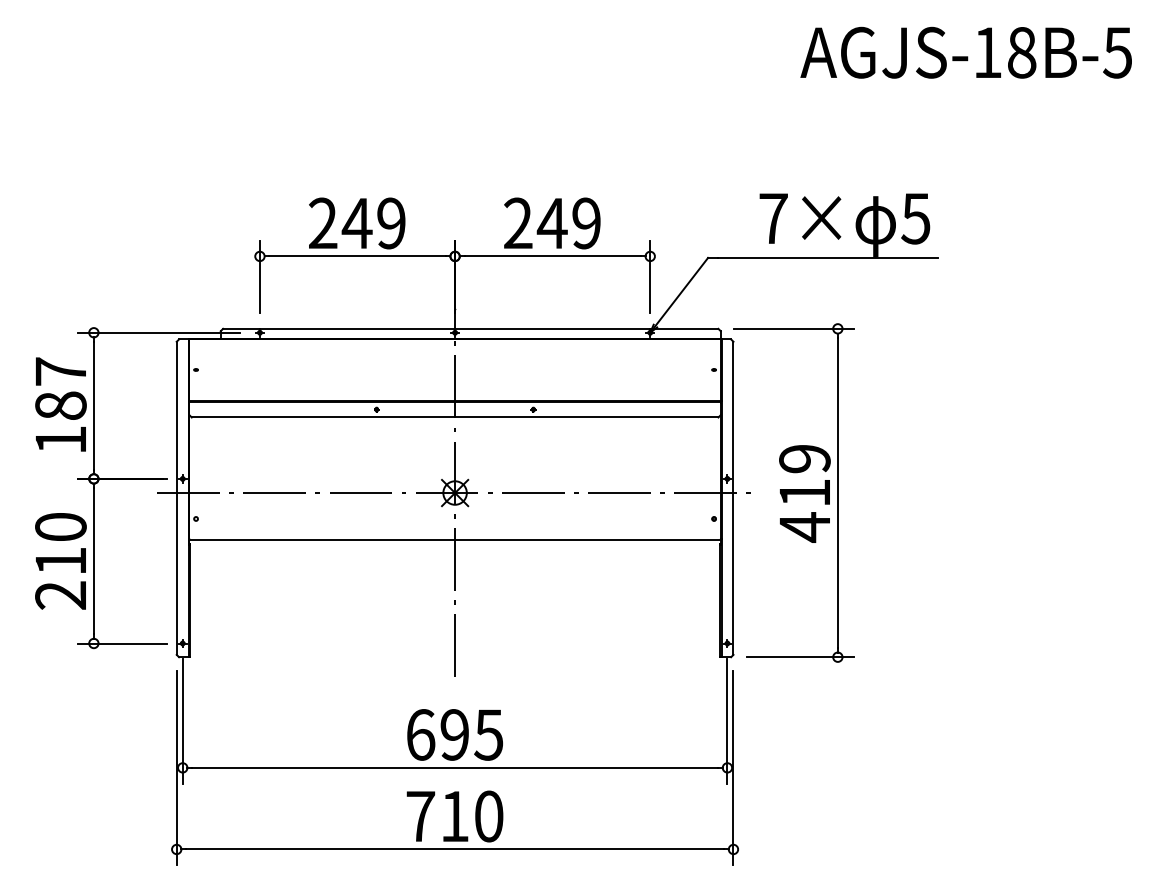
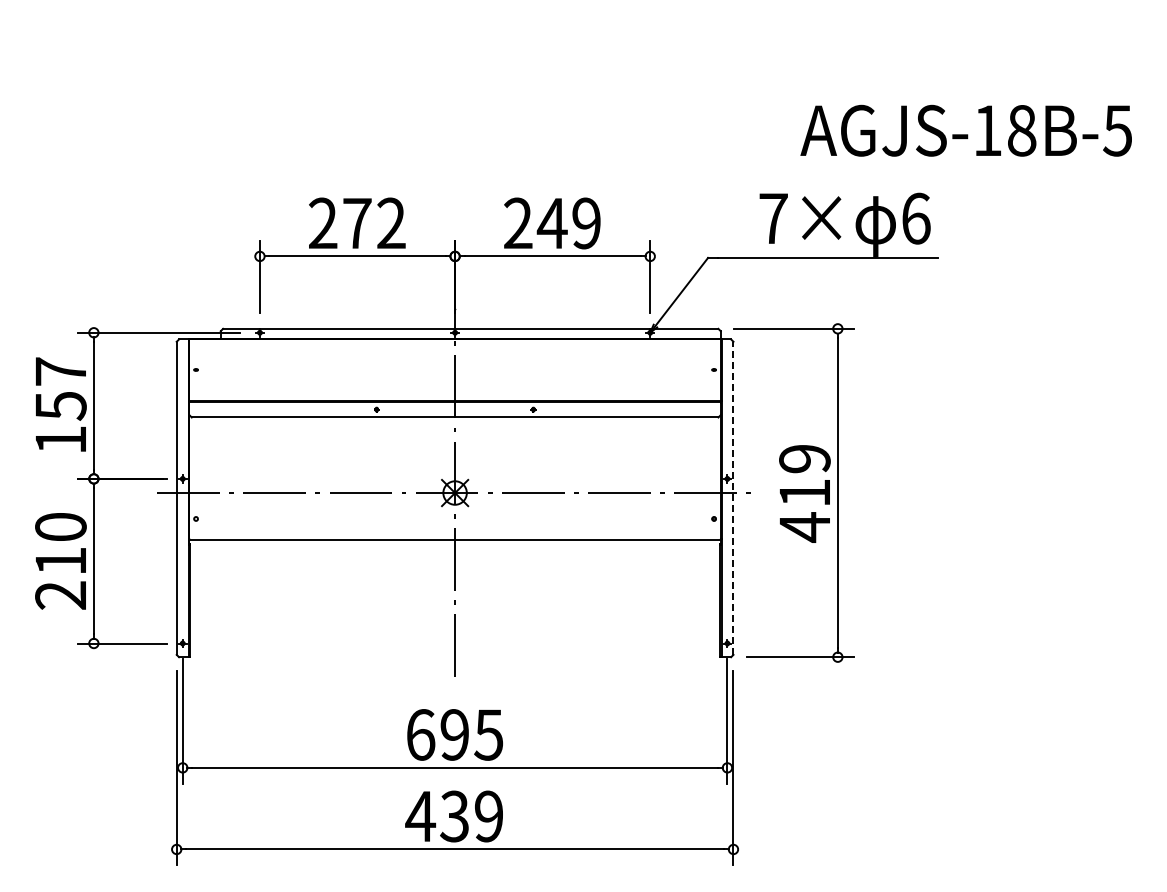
text at (965, 52) position: (965, 52) -> (965, 130)
text at (915, 218): 5 -> 6
text at (373, 223): 249 -> 272
text at (60, 405): 187 -> 157
line at (733, 498): solid -> dashed
text at (454, 816): 710 -> 439
